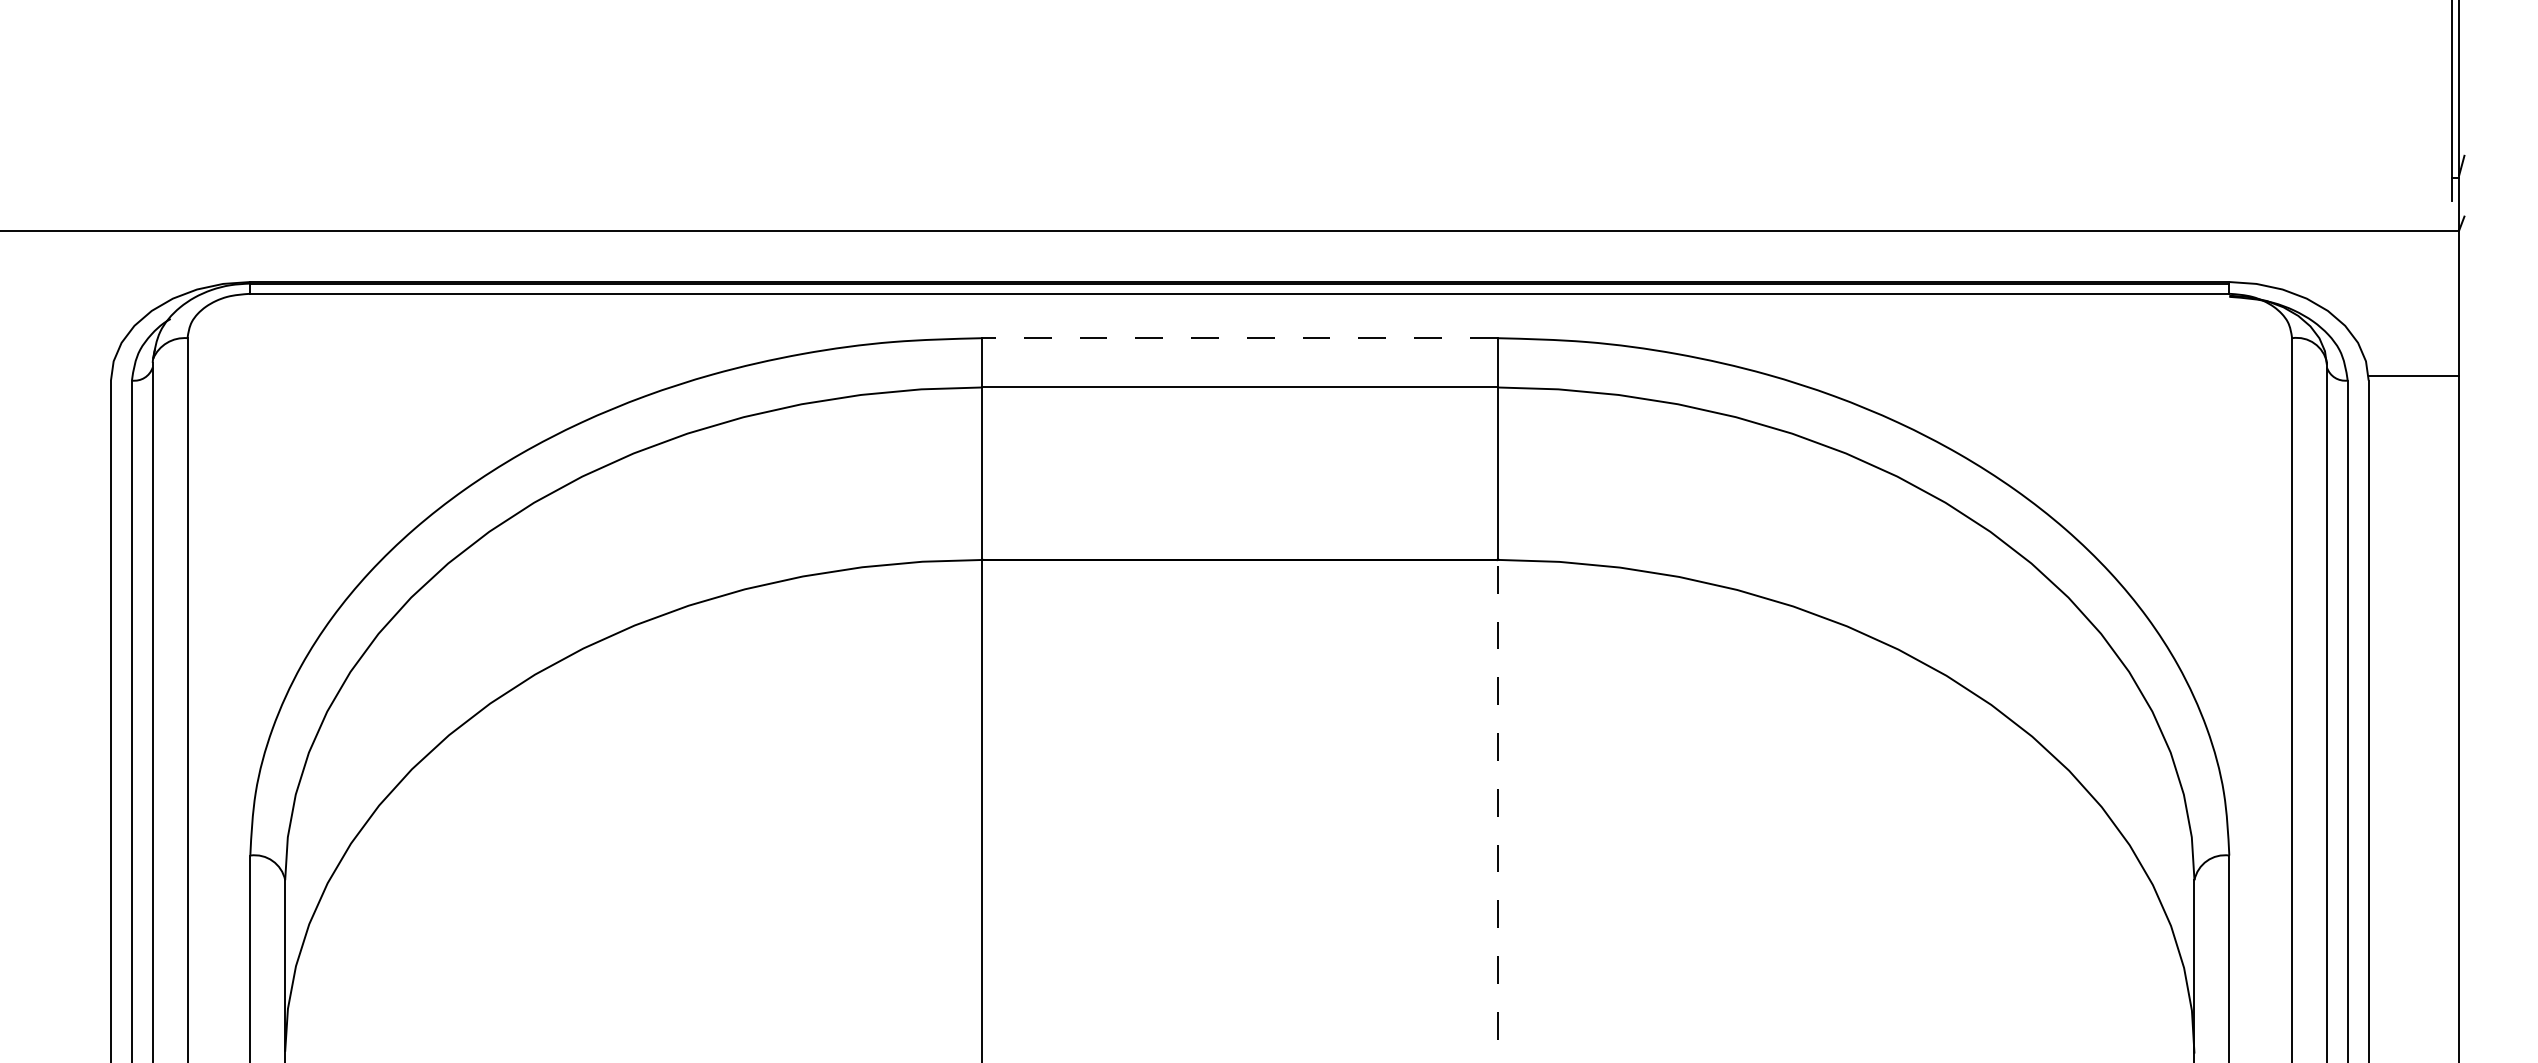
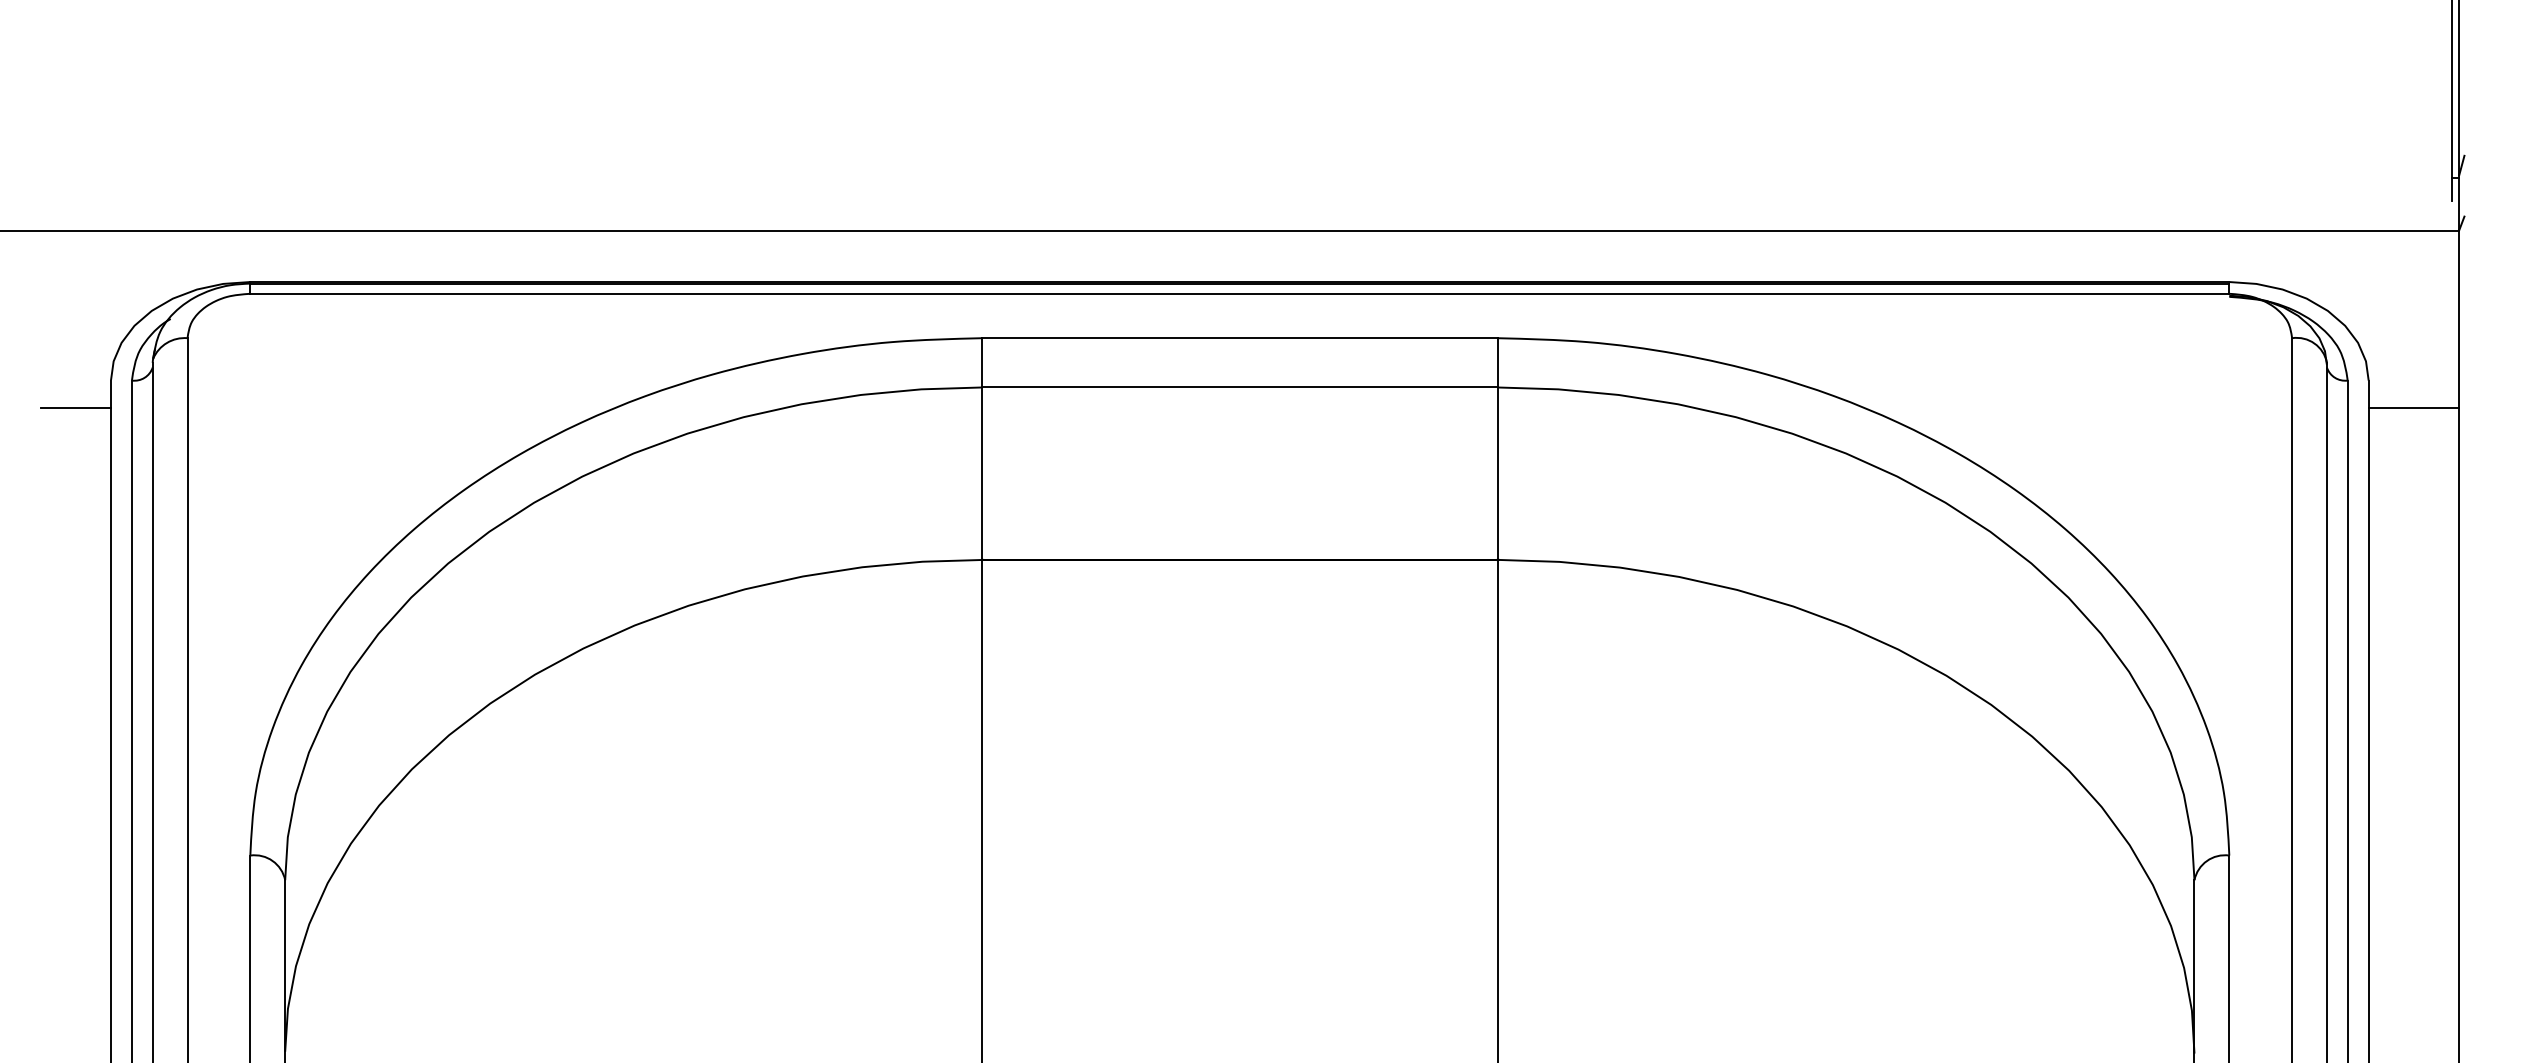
line at (1239, 338): dashed -> solid
line at (2413, 376) position: (2413, 376) -> (2413, 408)
line at (75, 408): none -> present
line at (1497, 811): dashed -> solid
